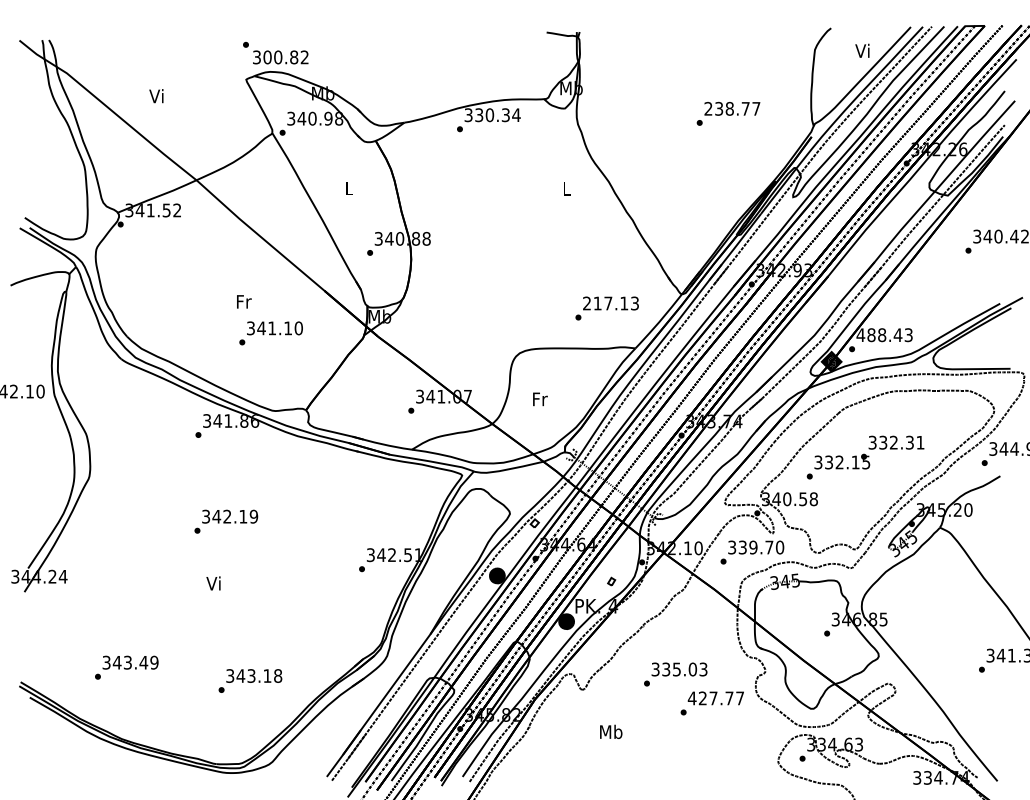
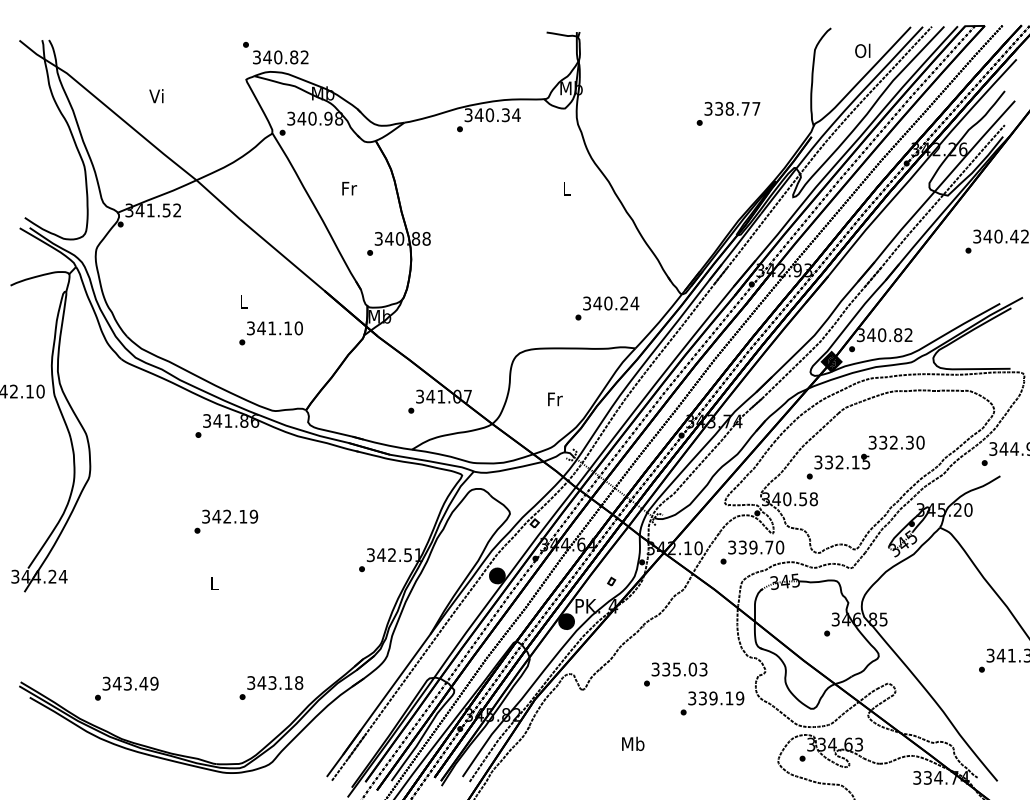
text at (862, 50): Vi -> Ol
text at (267, 57): 300.82 -> 340.82
text at (708, 108): 238.77 -> 338.77
text at (478, 115): 330.34 -> 340.34
text at (349, 188): L -> Fr
text at (244, 301): Fr -> L
text at (611, 303): 217.13 -> 340.24
text at (884, 335): 488.43 -> 340.82
text at (540, 399) position: (540, 399) -> (555, 399)
text at (920, 442): 332.31 -> 332.30
text at (213, 583): Vi -> L
text at (126, 667) position: (126, 667) -> (126, 688)
text at (250, 680) position: (250, 680) -> (271, 687)
text at (715, 698): 427.77 -> 339.19
text at (611, 731) position: (611, 731) -> (633, 743)
